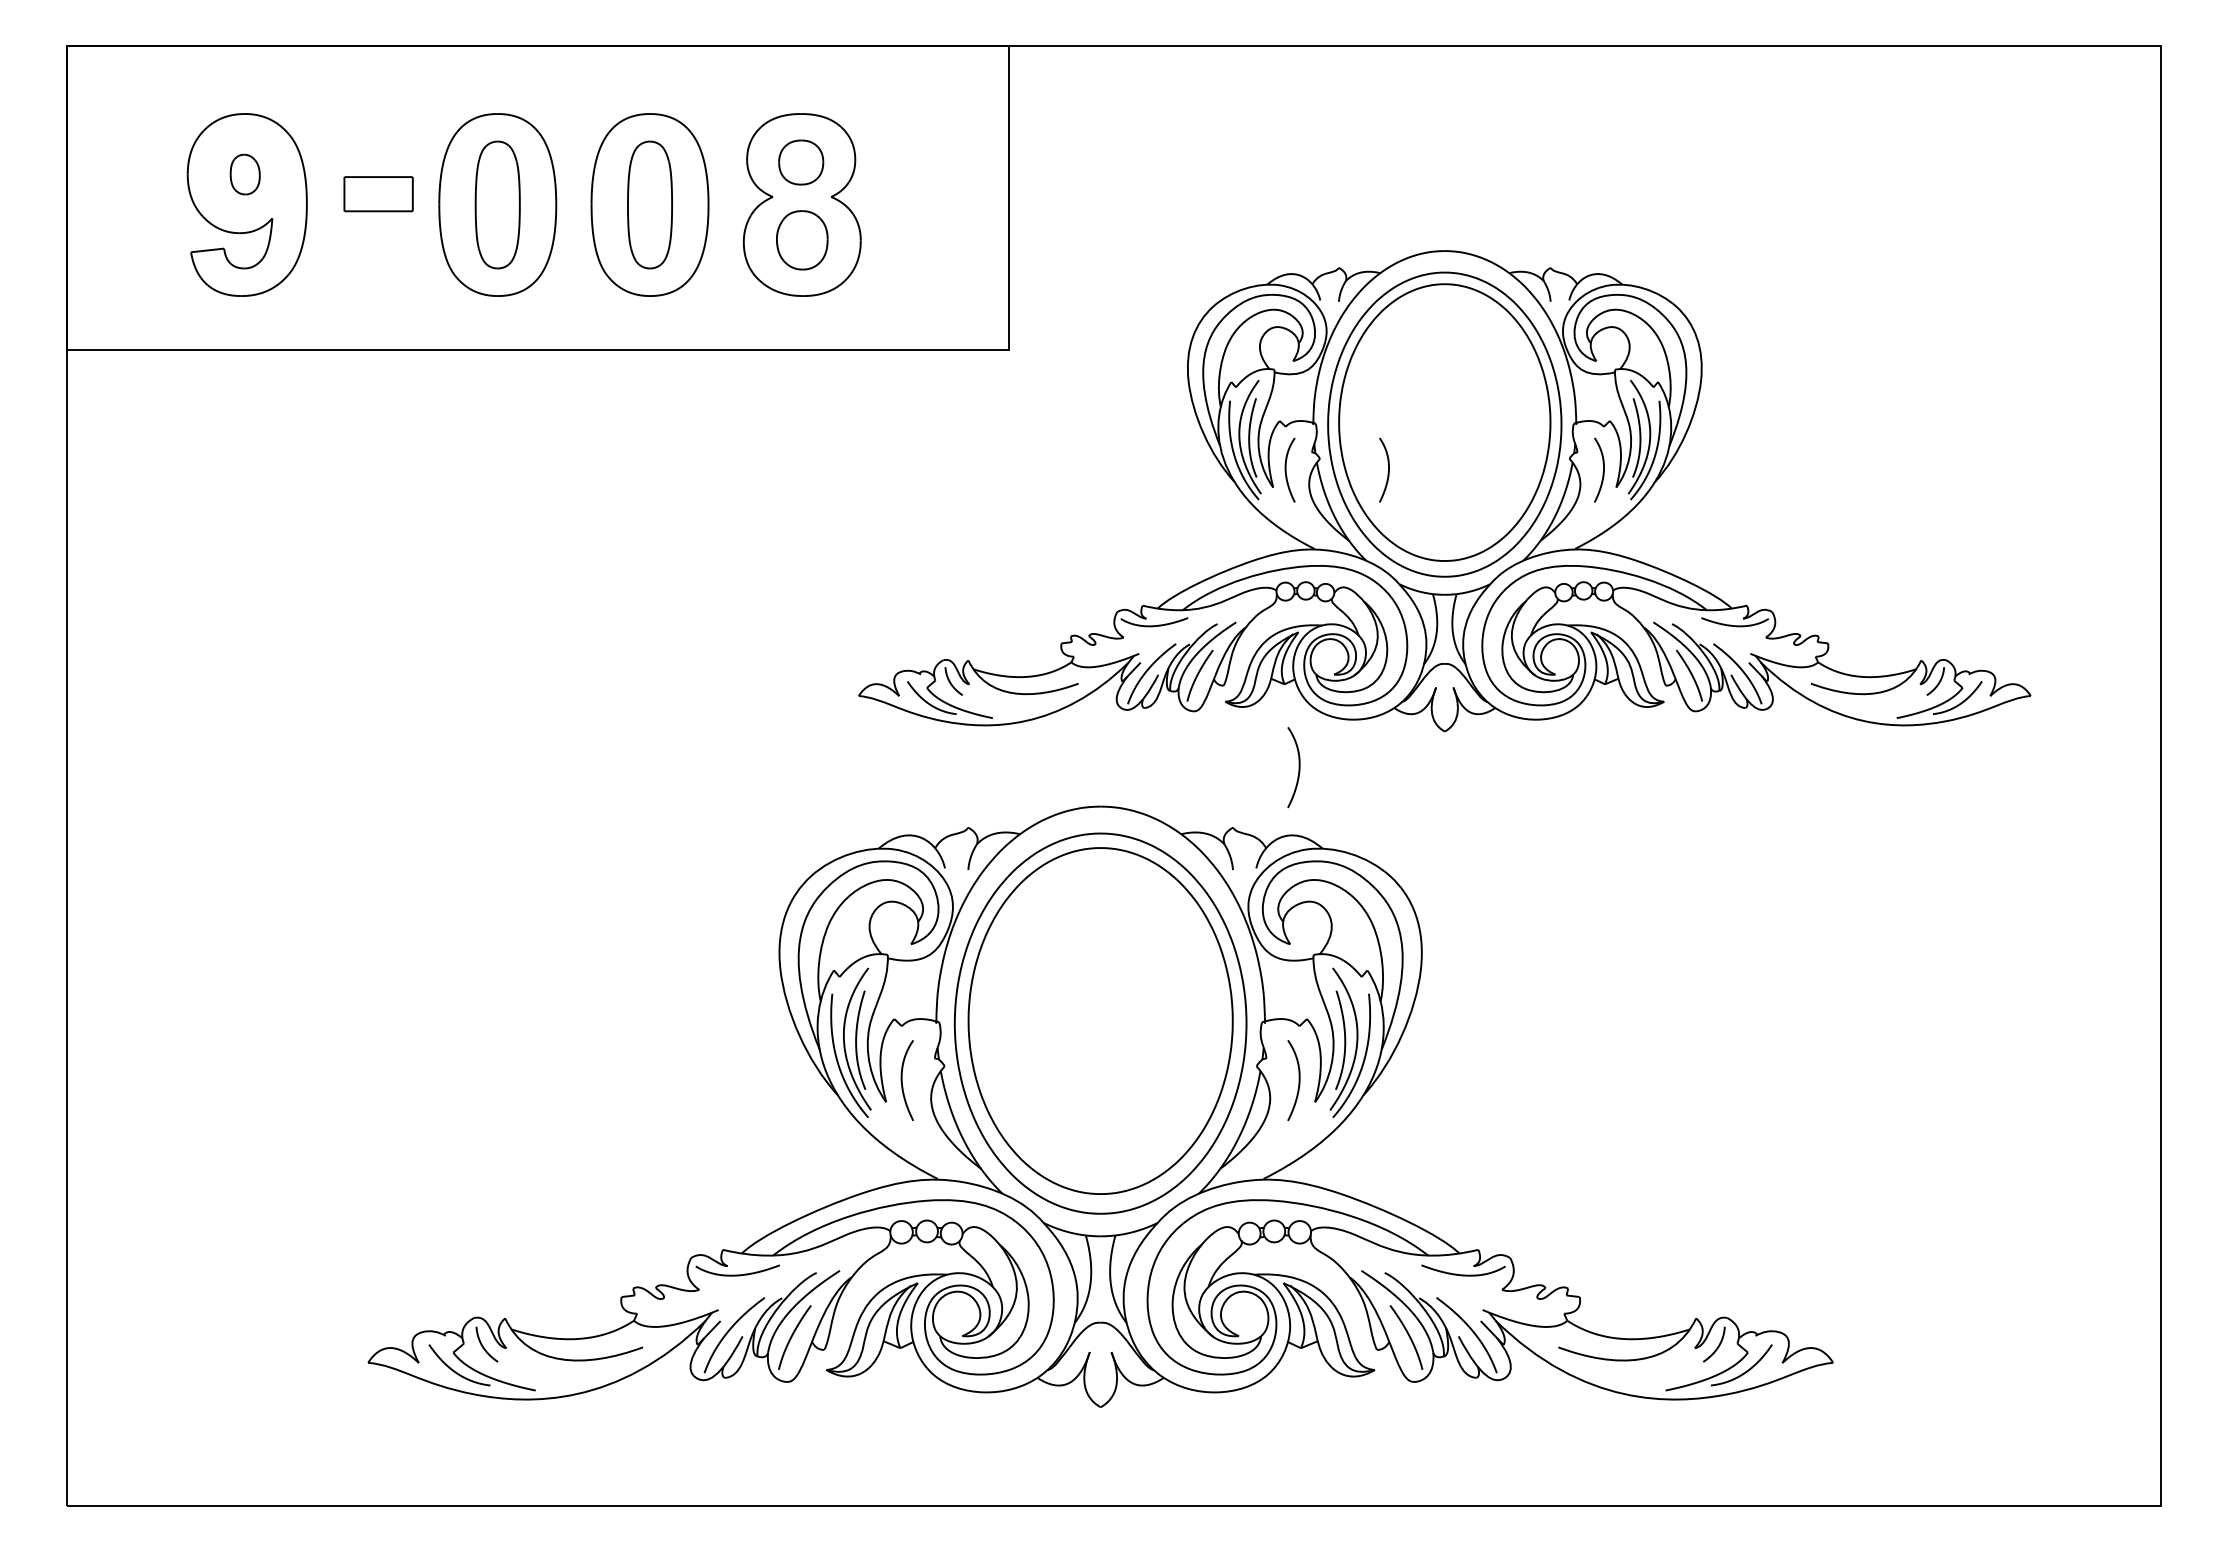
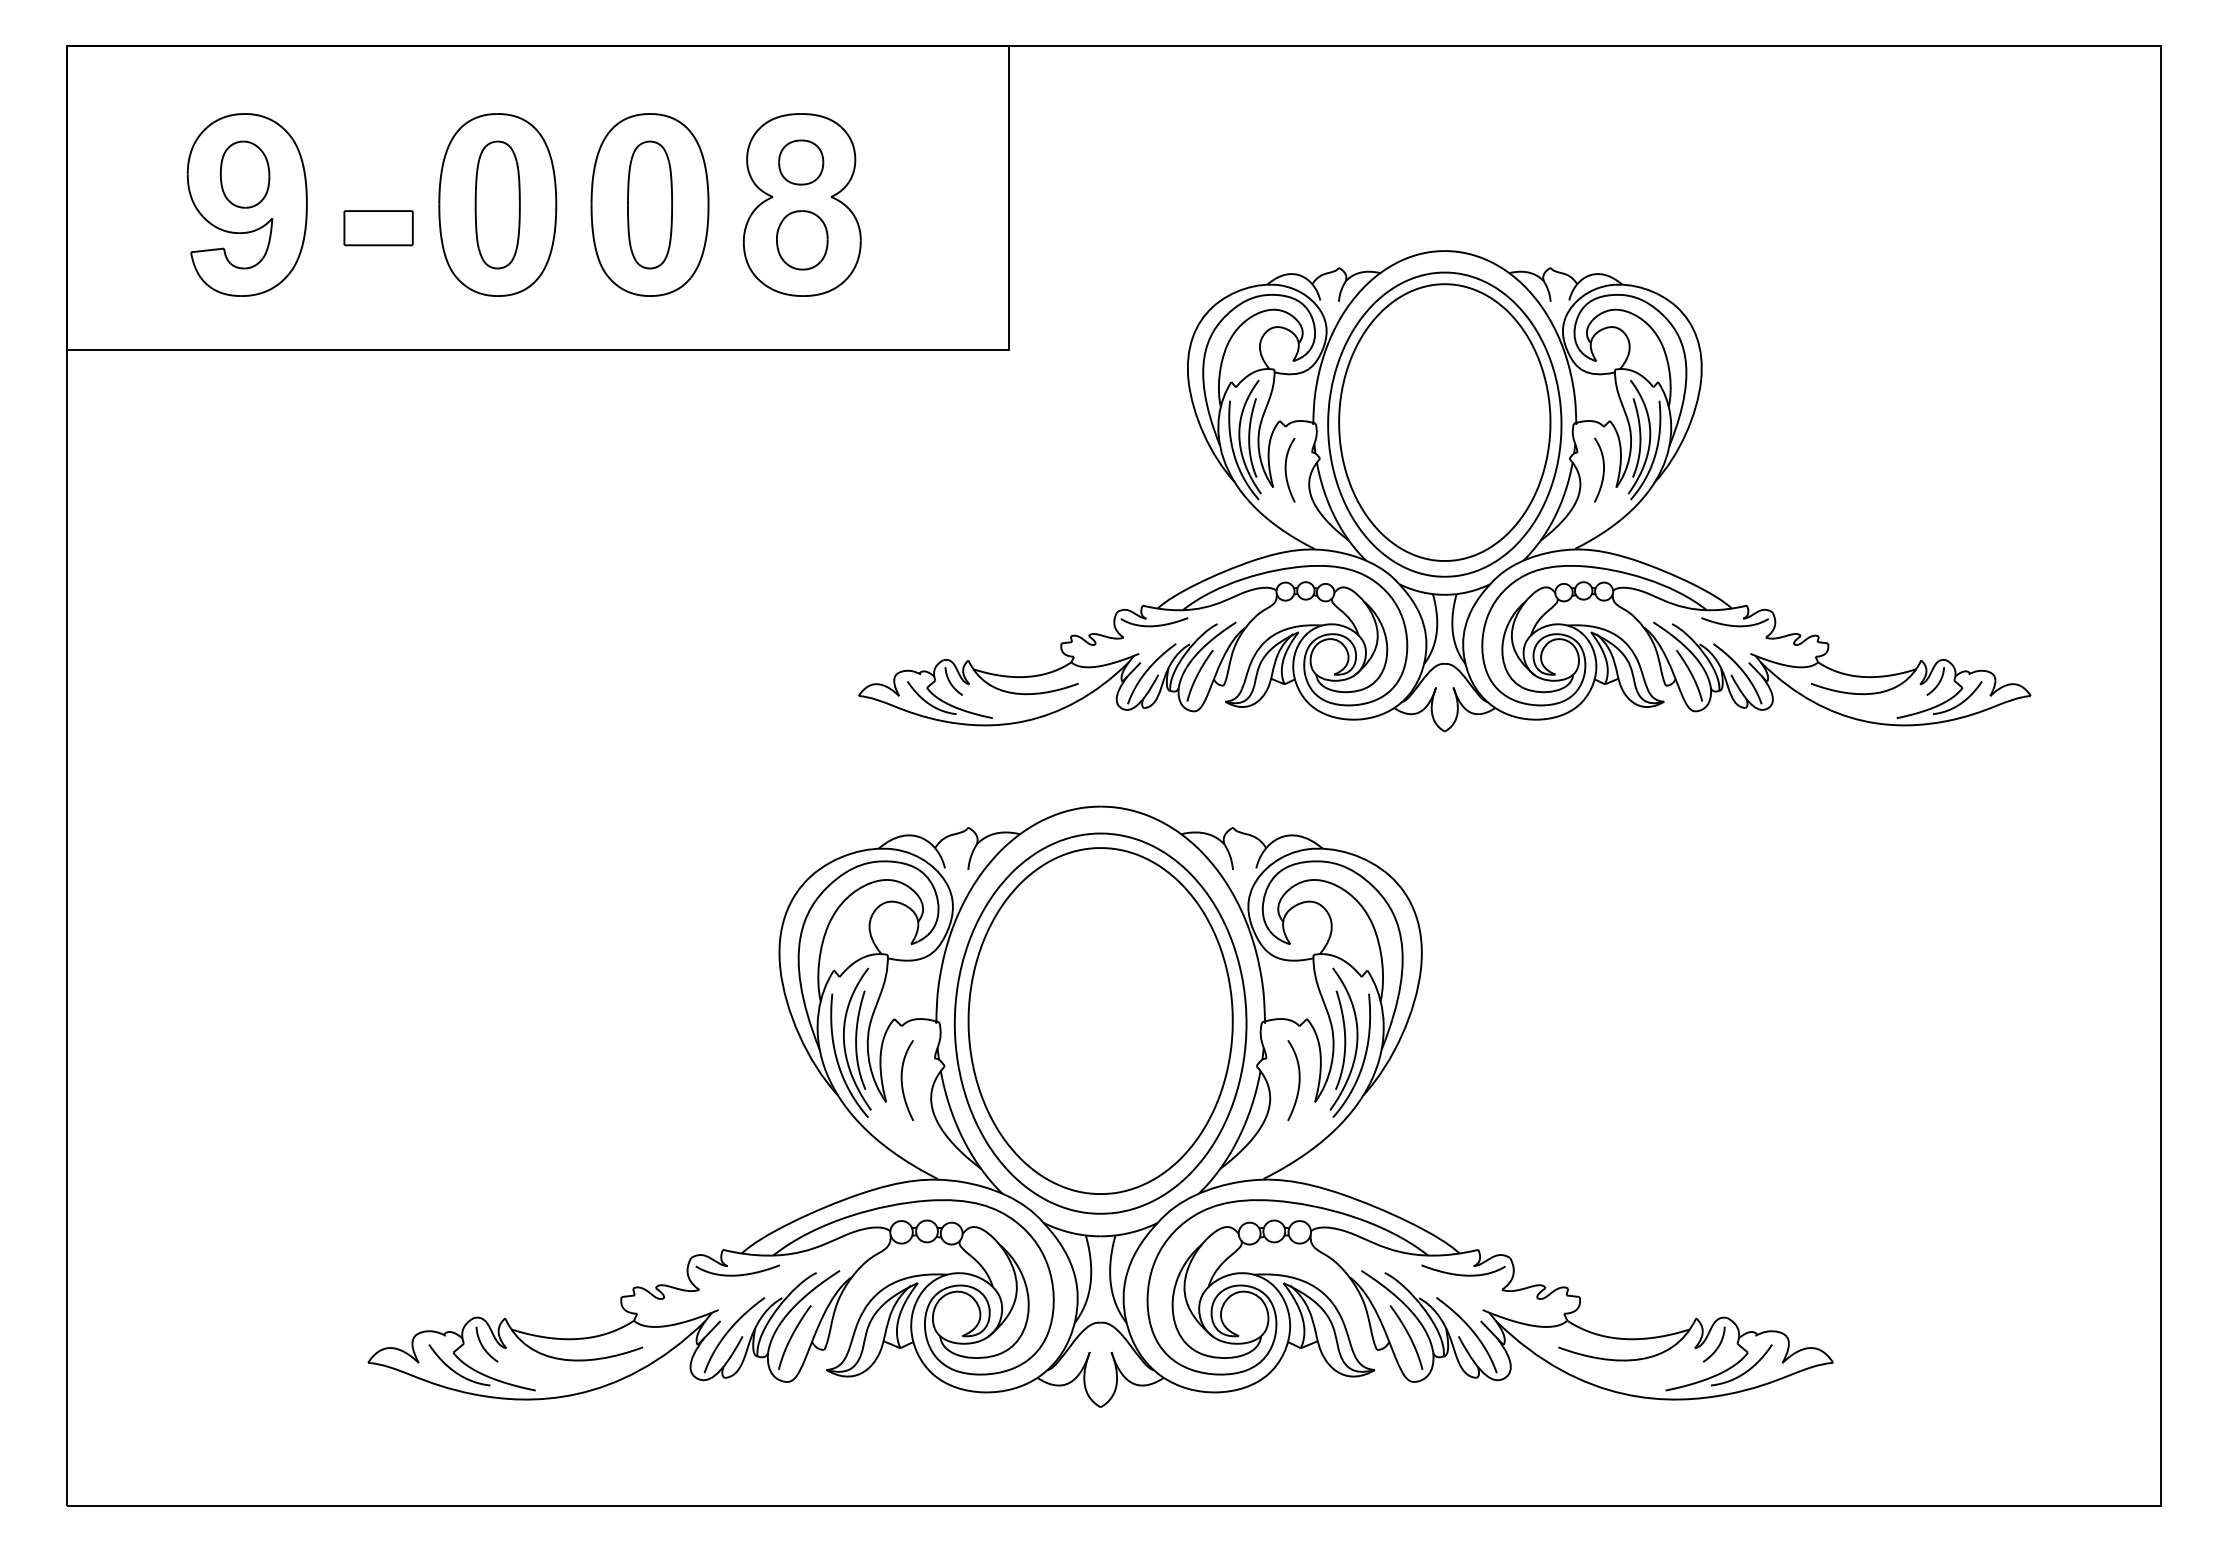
part at (244, 174) size: 32x43 px -> 51x69 px
part at (378, 194) position: (378, 194) -> (378, 228)
curve at (1388, 469): present -> none
curve at (1298, 767): present -> none
